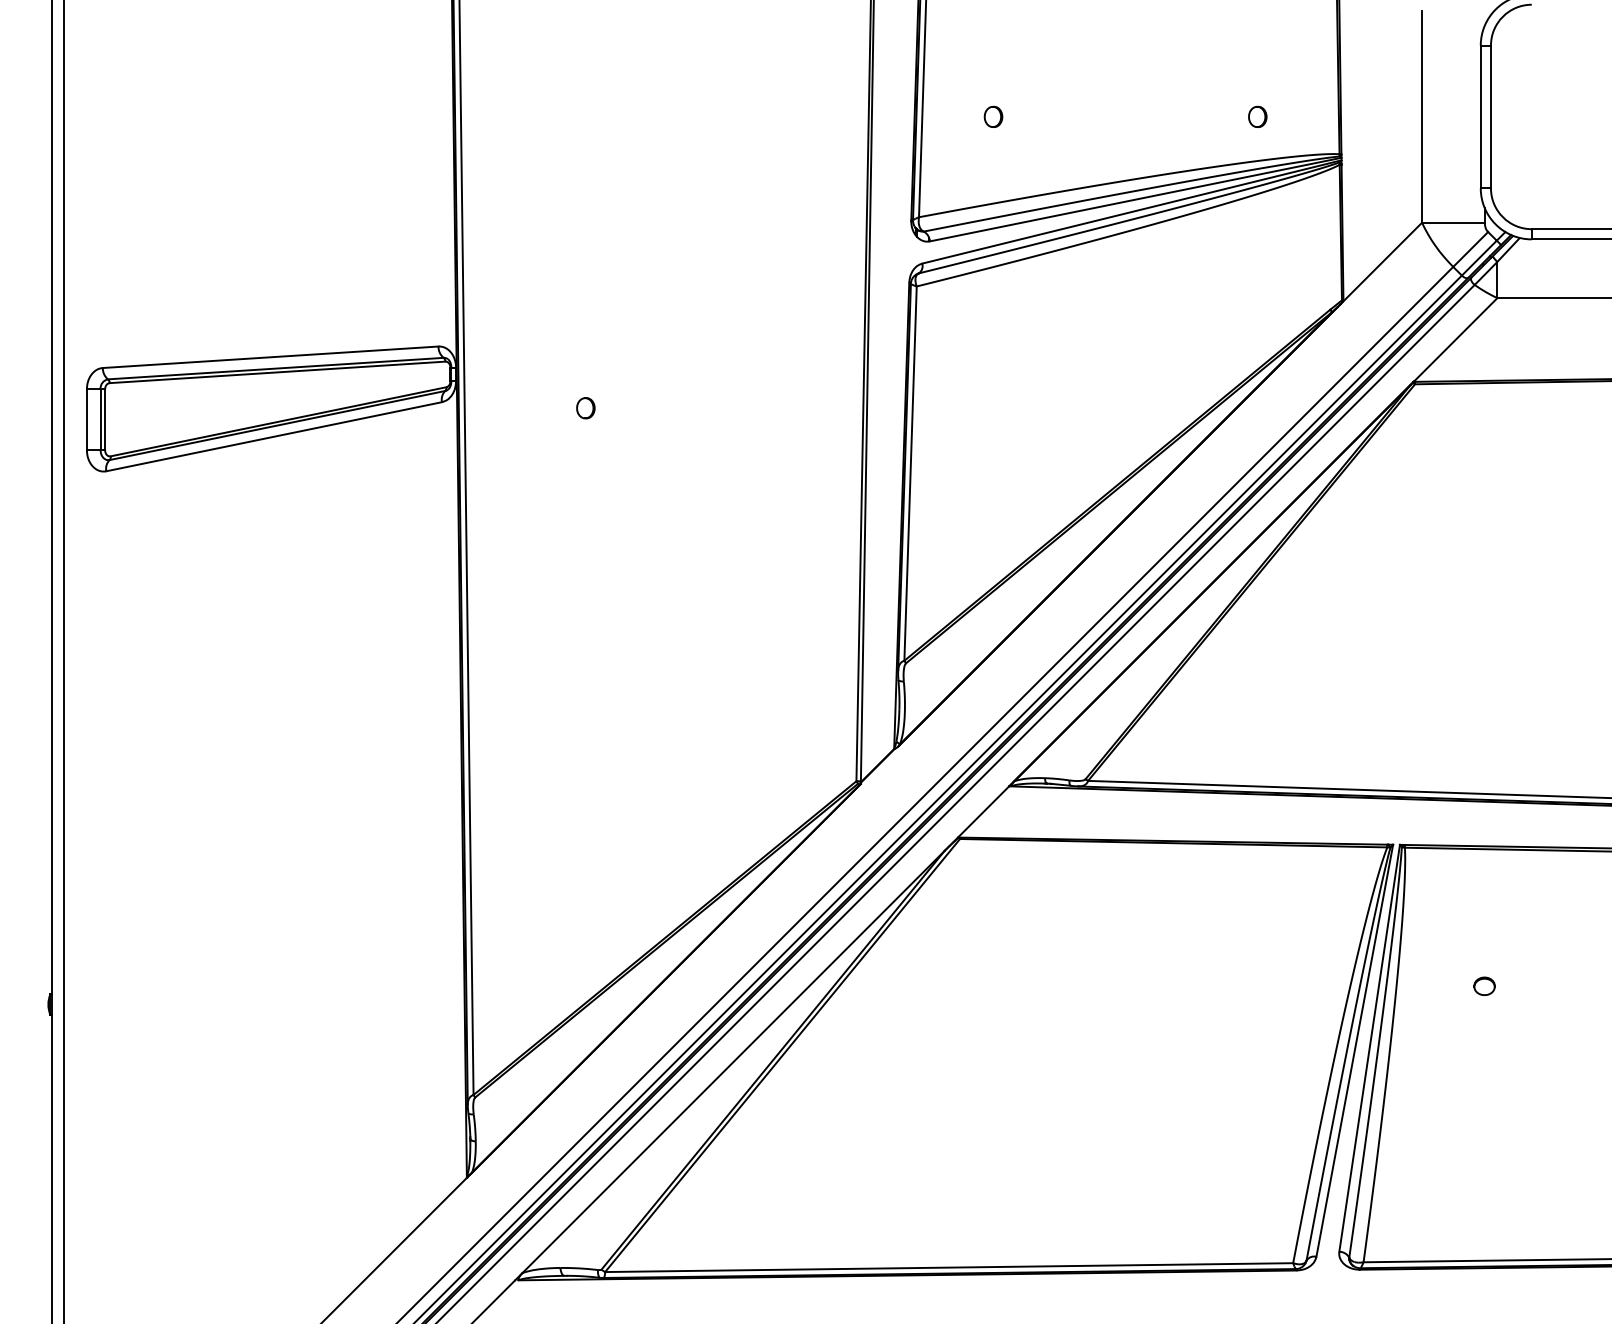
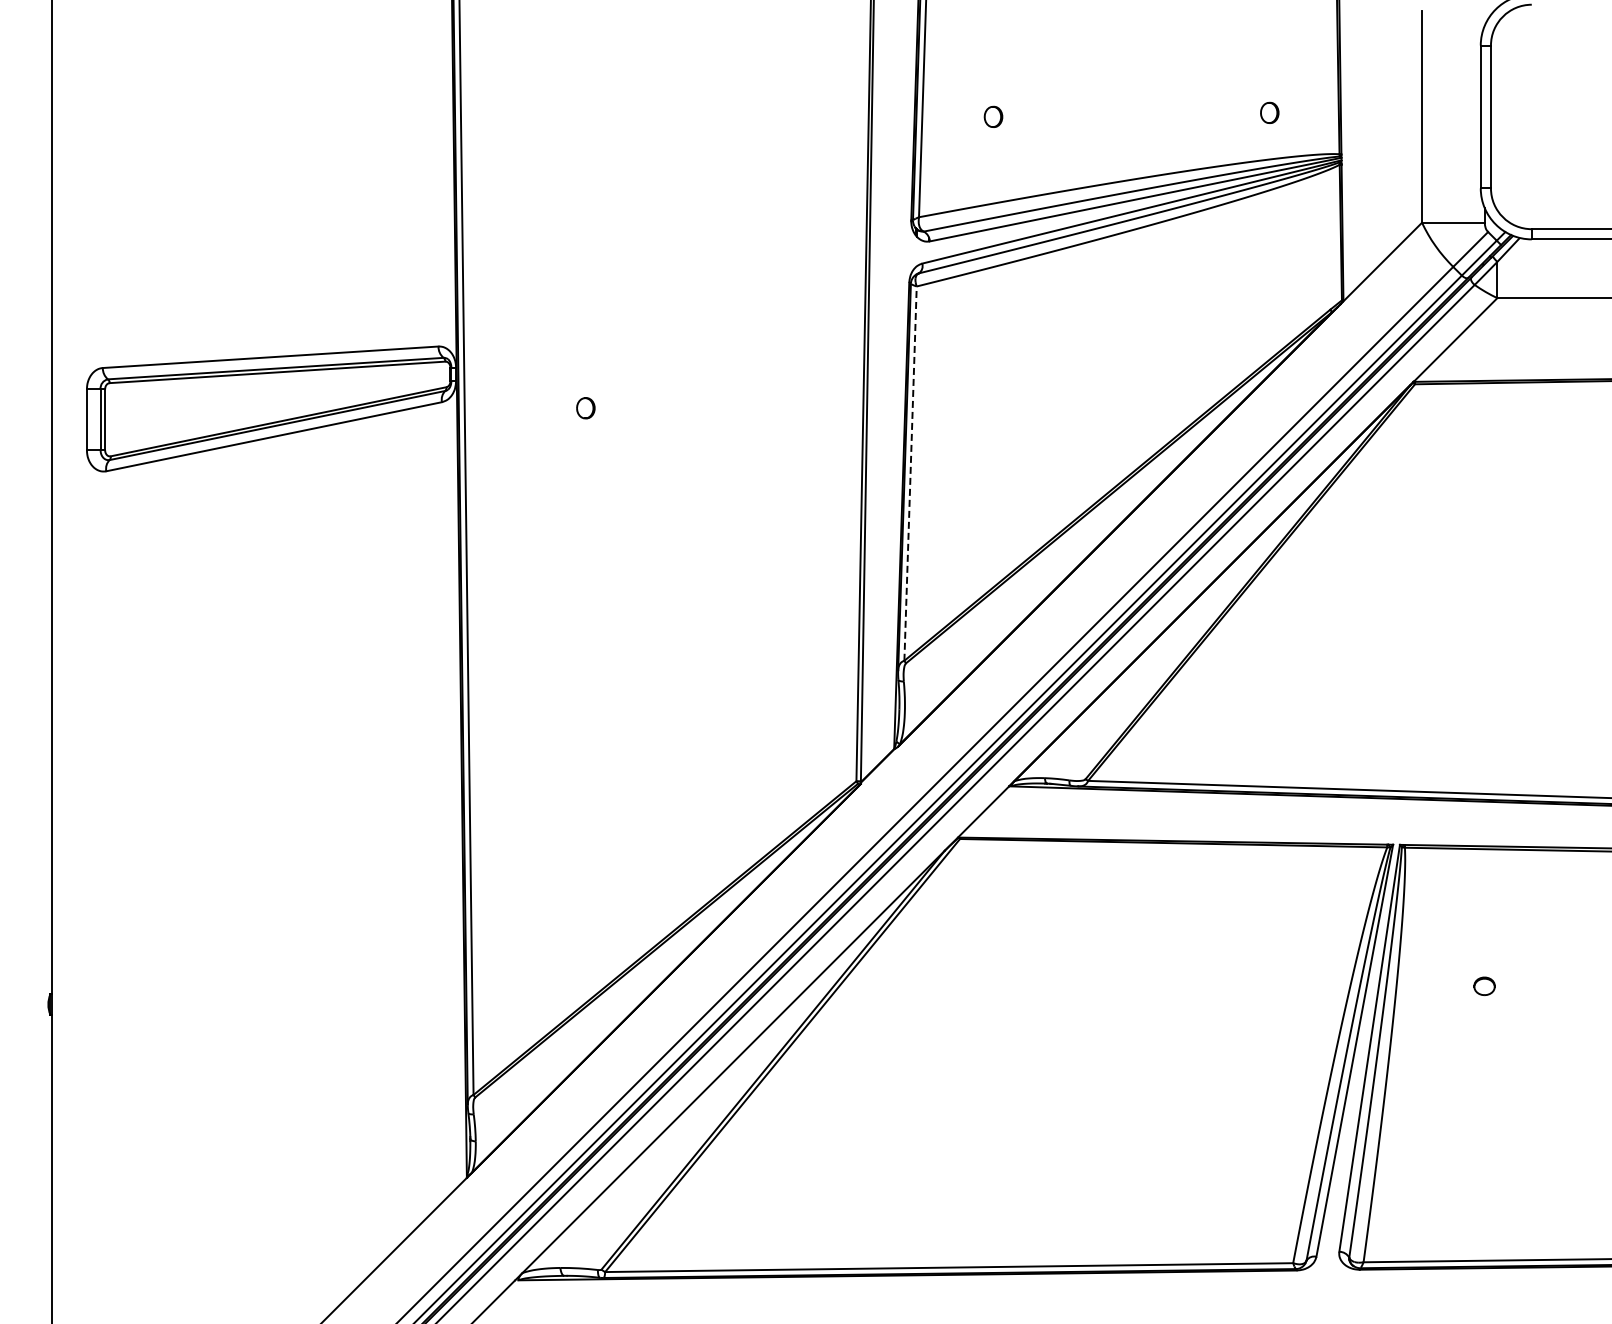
part at (1257, 116) position: (1257, 116) -> (1269, 112)
line at (910, 473): solid -> dashed
line at (64, 661): present -> none
